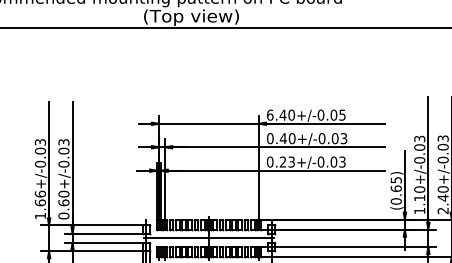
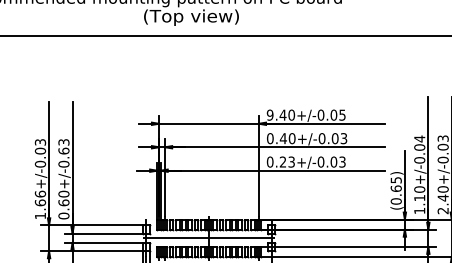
line at (225, 27) position: (225, 27) -> (225, 35)
text at (269, 114): 6.40+/-0.05 -> 9.40+/-0.05
text at (419, 138): 1.10+/-0.03 -> 1.10+/-0.04
text at (63, 150): 0.60+/-0.03 -> 0.60+/-0.63
